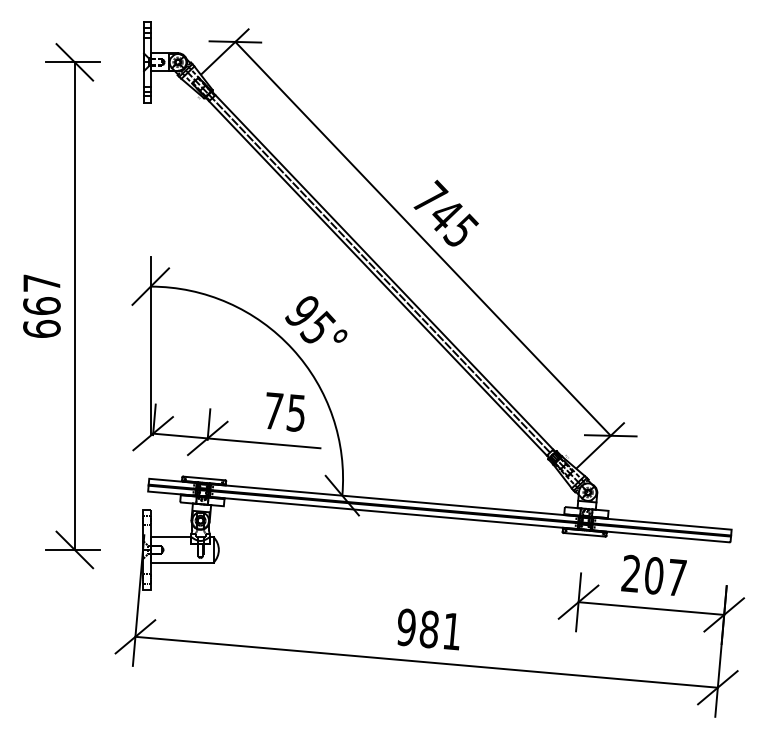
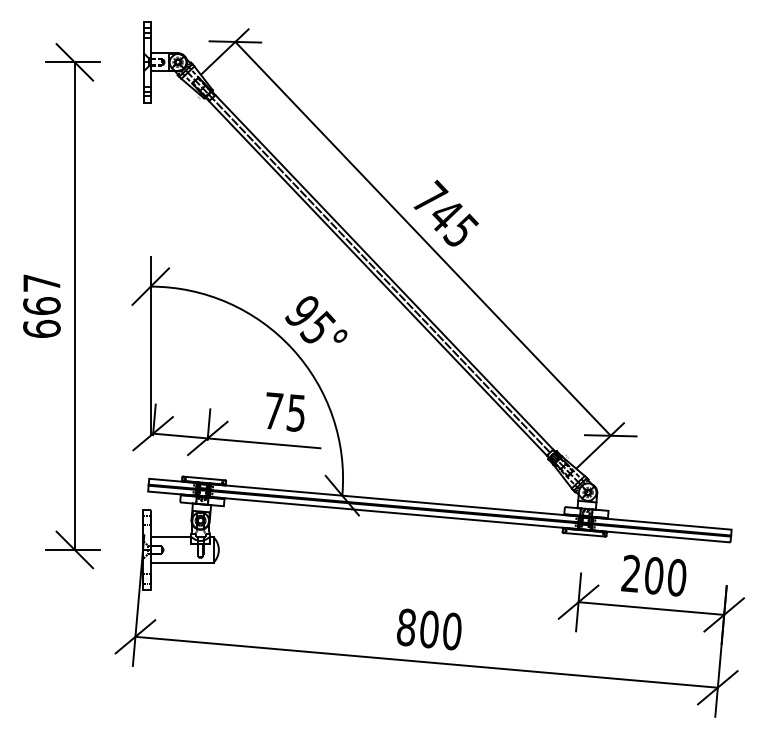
text at (676, 577): 207 -> 200
text at (429, 629): 981 -> 800
